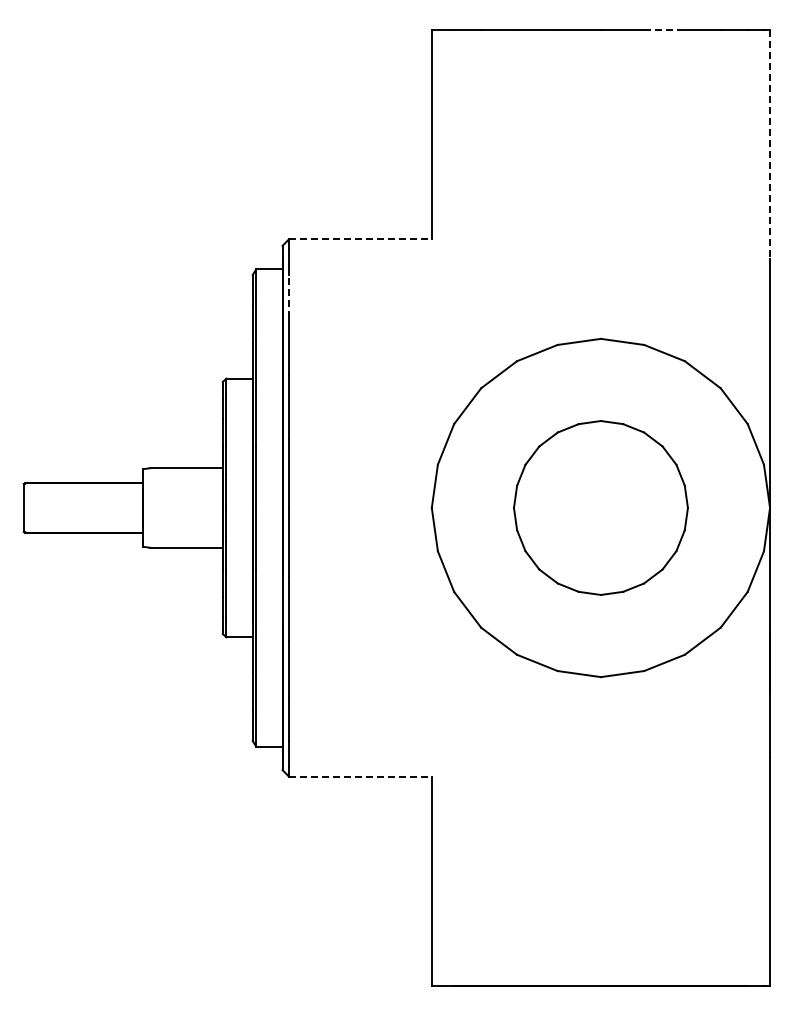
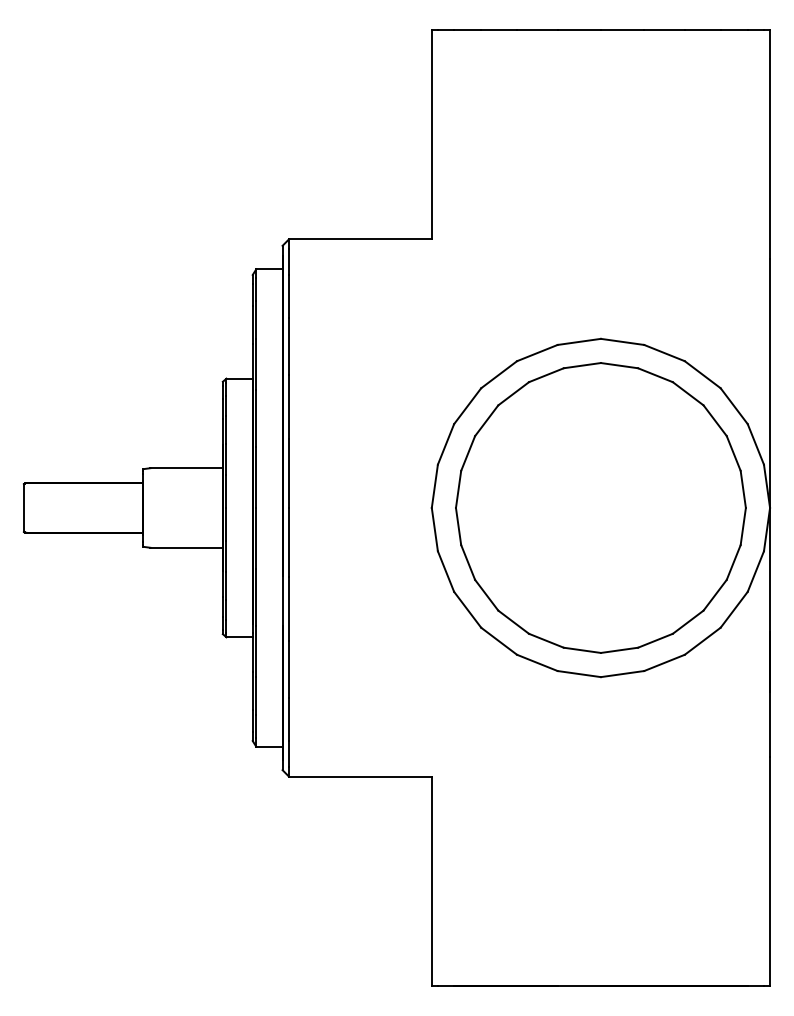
line at (665, 30): dashed -> solid
line at (770, 145): dashed -> solid
line at (360, 239): dashed -> solid
line at (288, 295): dashed -> solid
part at (600, 507) size: 176x176 px -> 292x292 px
line at (360, 776): dashed -> solid
